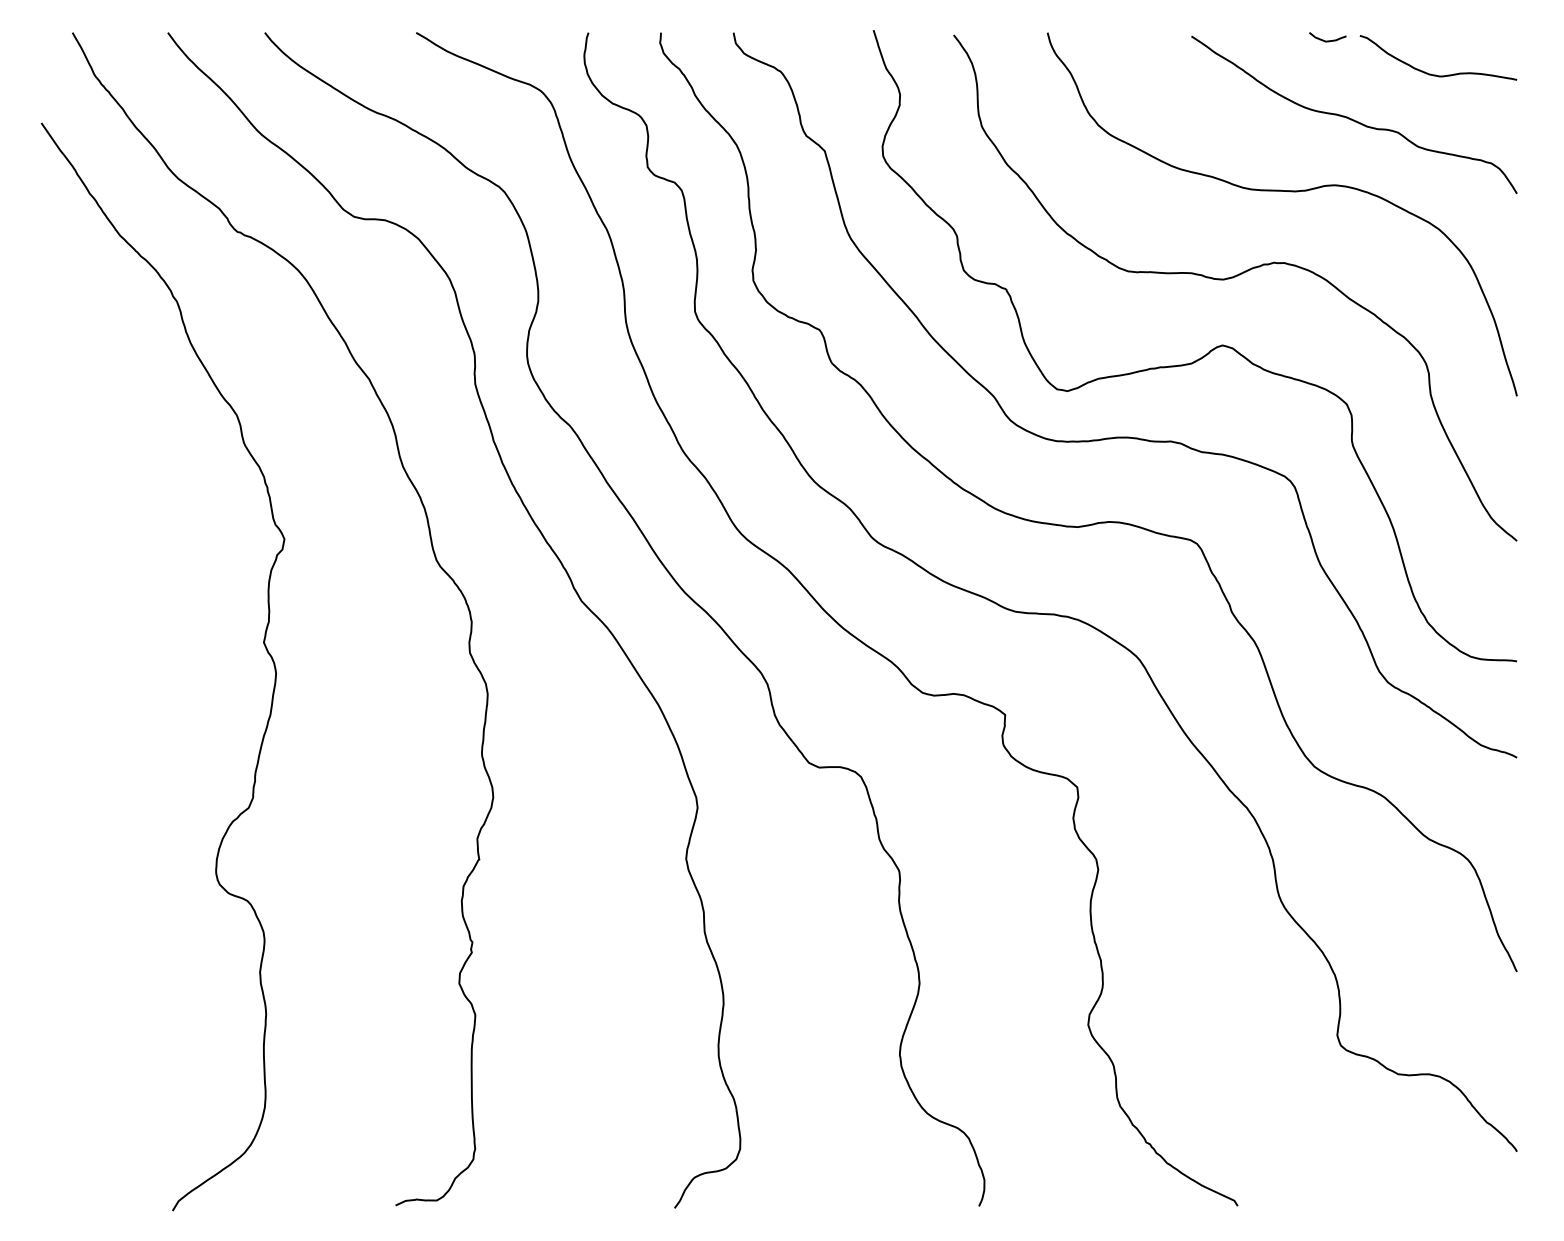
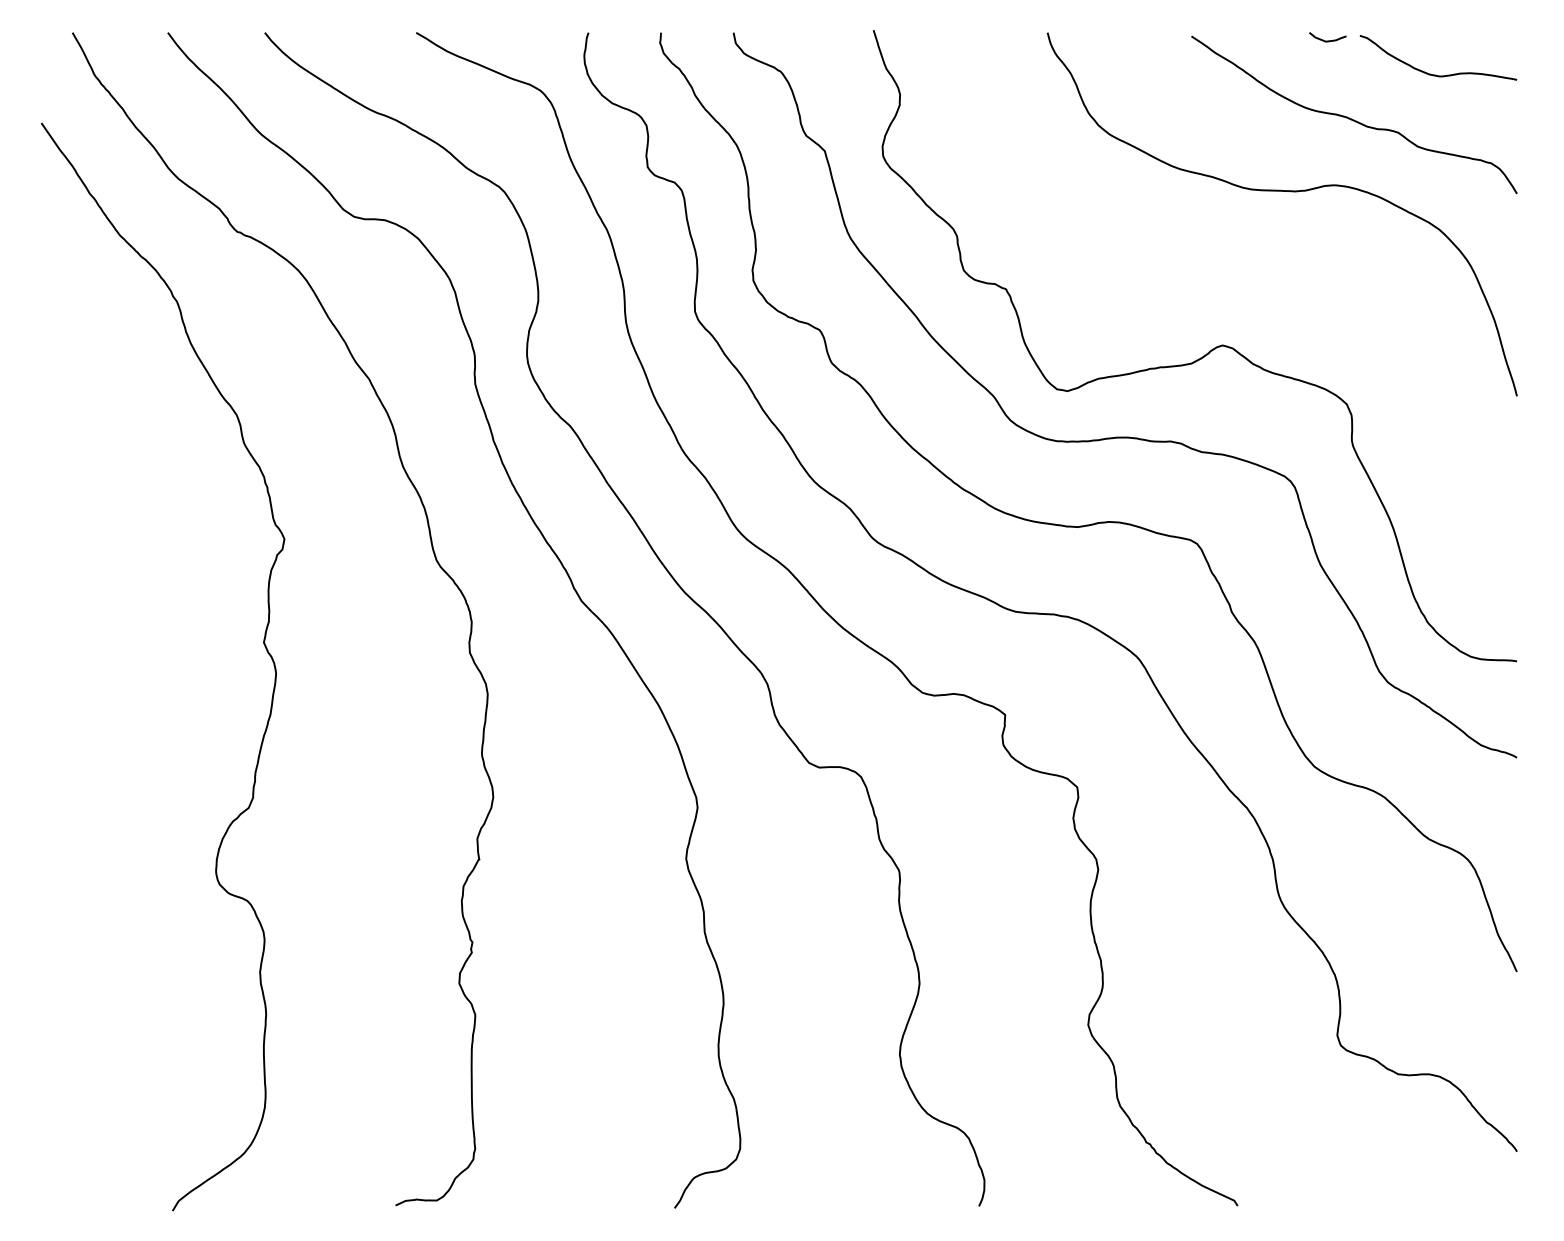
curve at (1233, 278): present -> none
